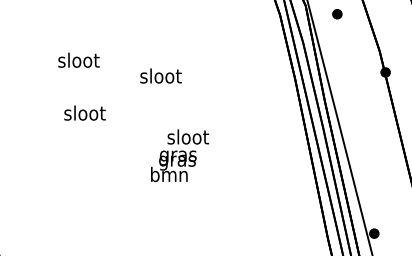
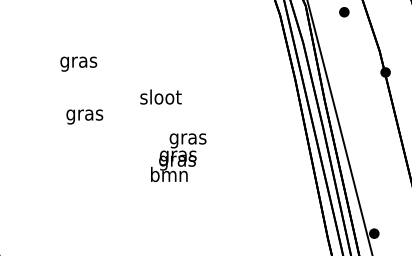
part at (337, 14) position: (337, 14) -> (344, 12)
text at (78, 61): sloot -> gras
text at (160, 75) position: (160, 75) -> (160, 96)
text at (84, 114): sloot -> gras
text at (188, 138): sloot -> gras
